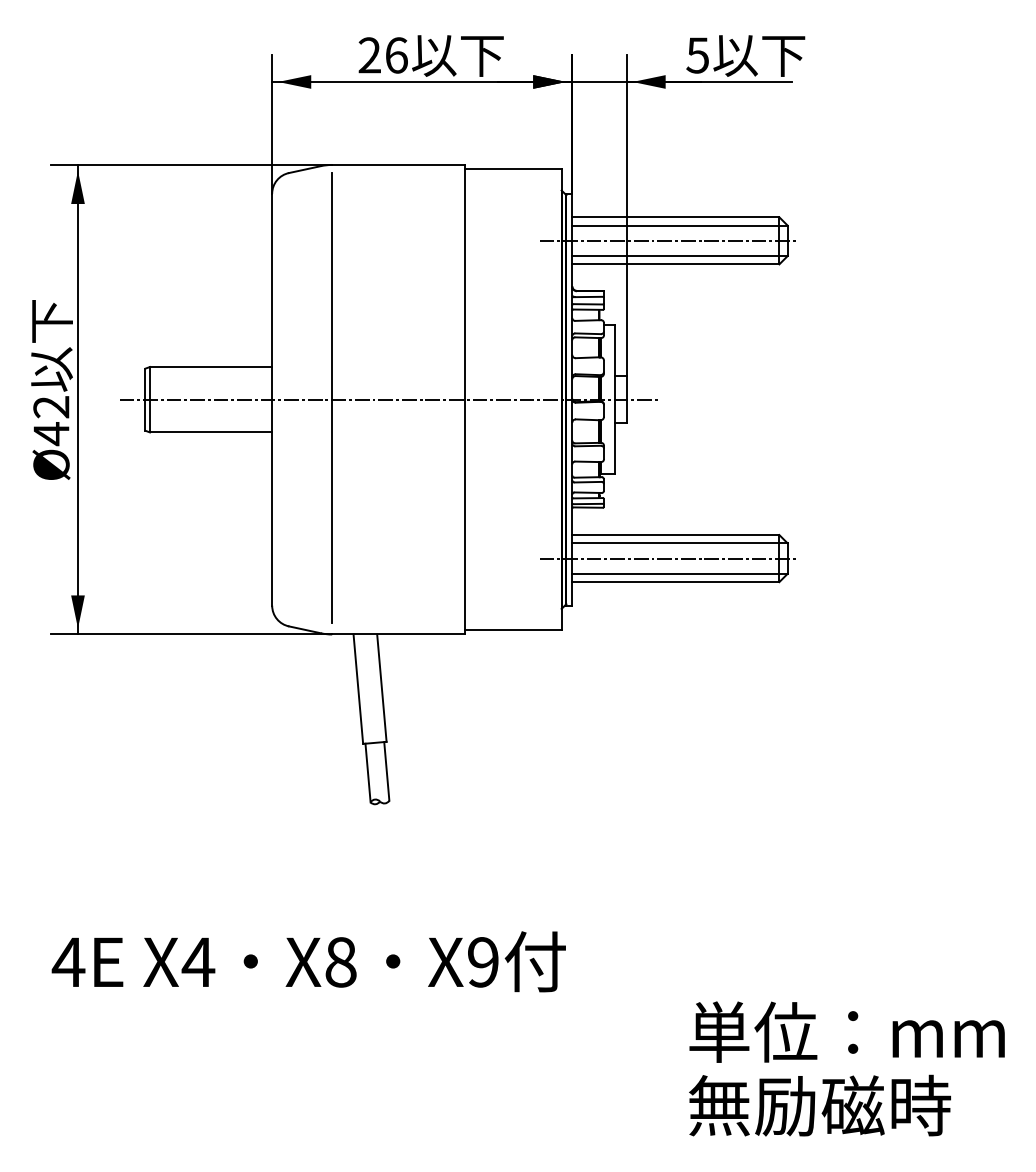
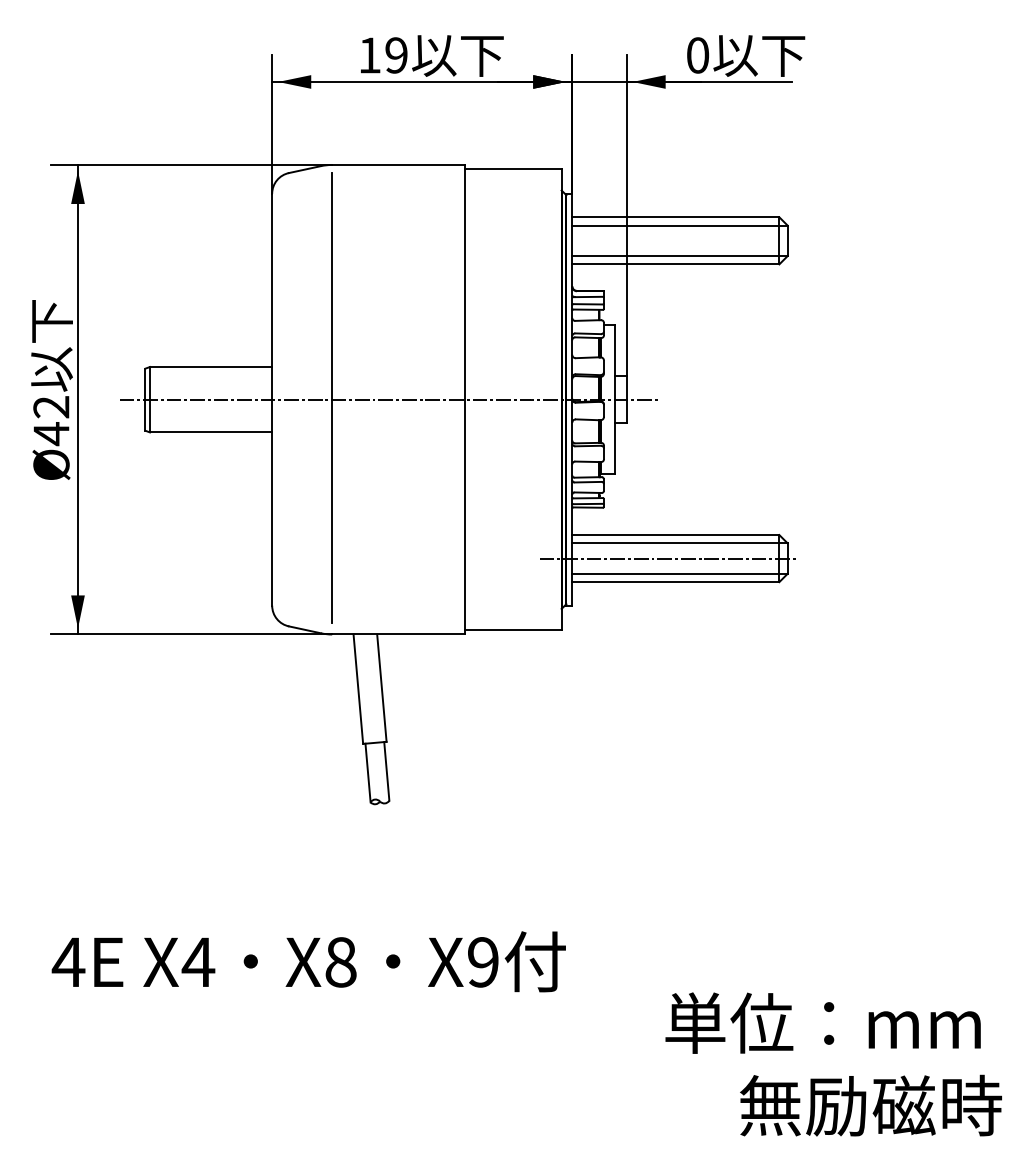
text at (382, 55): 26 -> 19
text at (697, 55): 5 -> 0
line at (669, 240): present -> none
text at (846, 1031) position: (846, 1031) -> (822, 1022)
text at (819, 1105) position: (819, 1105) -> (870, 1105)
